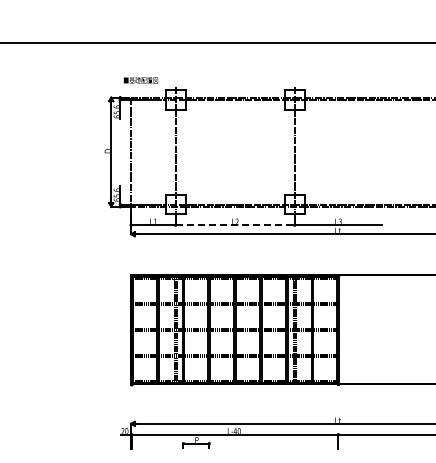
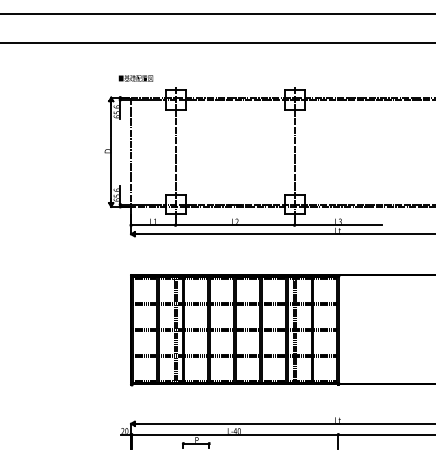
line at (217, 14): none -> present
text at (140, 80) position: (140, 80) -> (135, 78)
line at (235, 225): dashed -> solid
